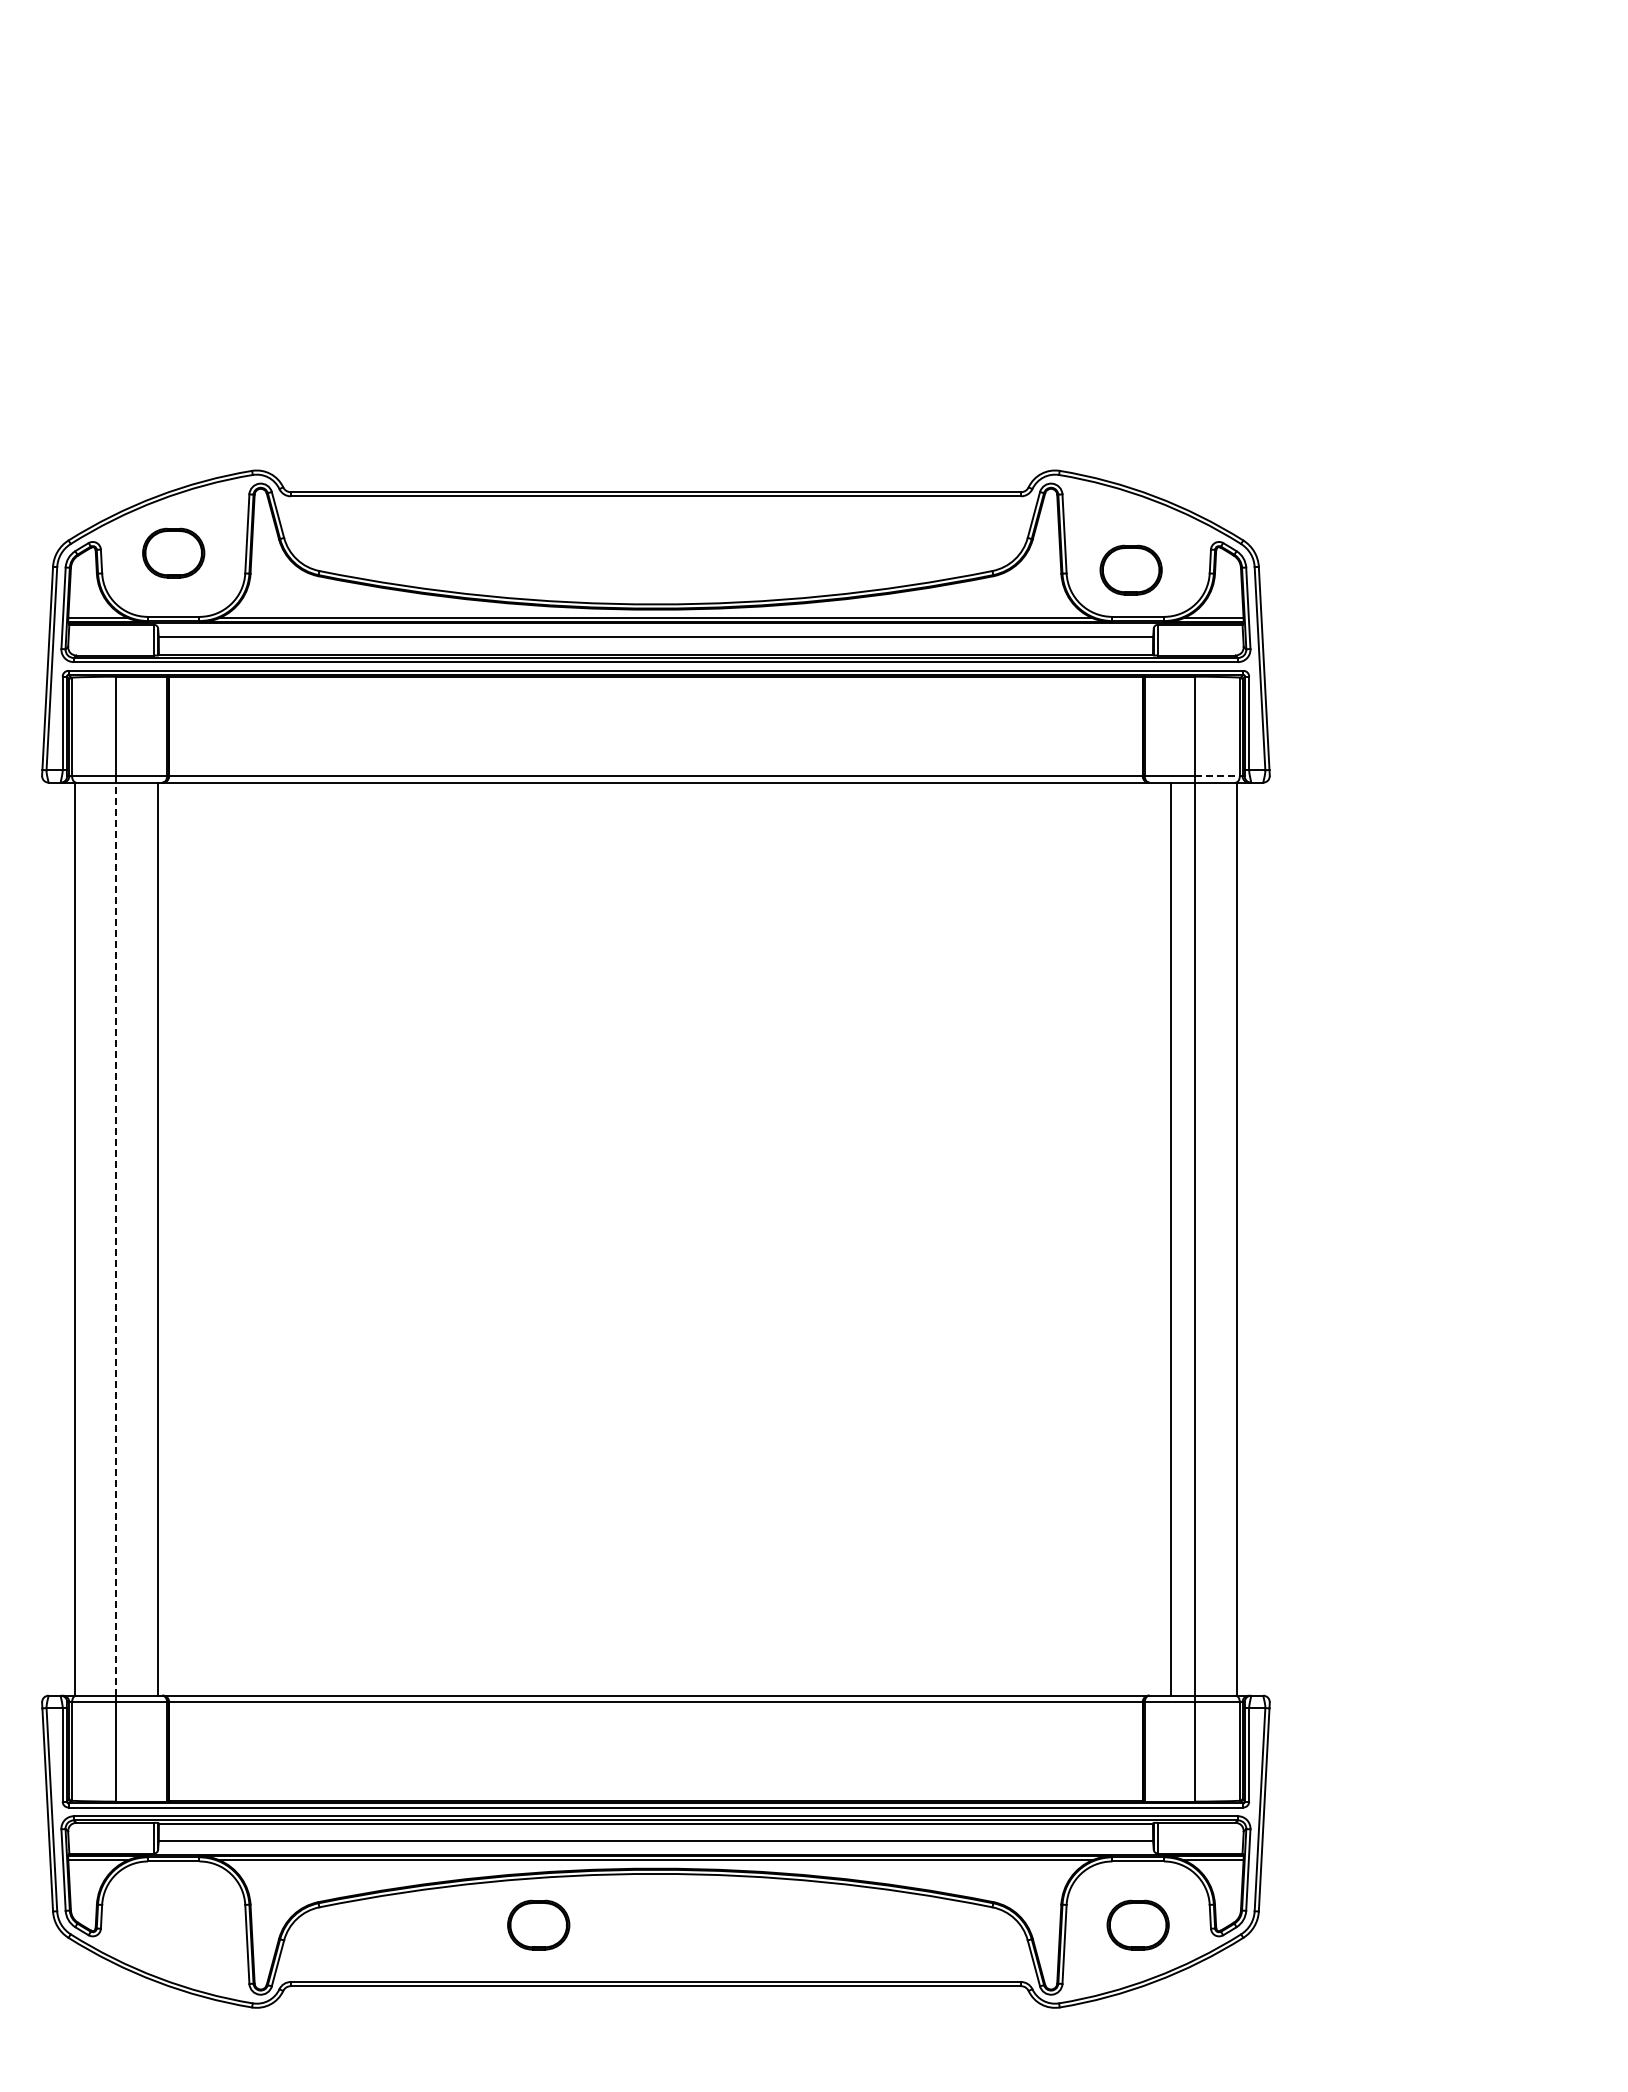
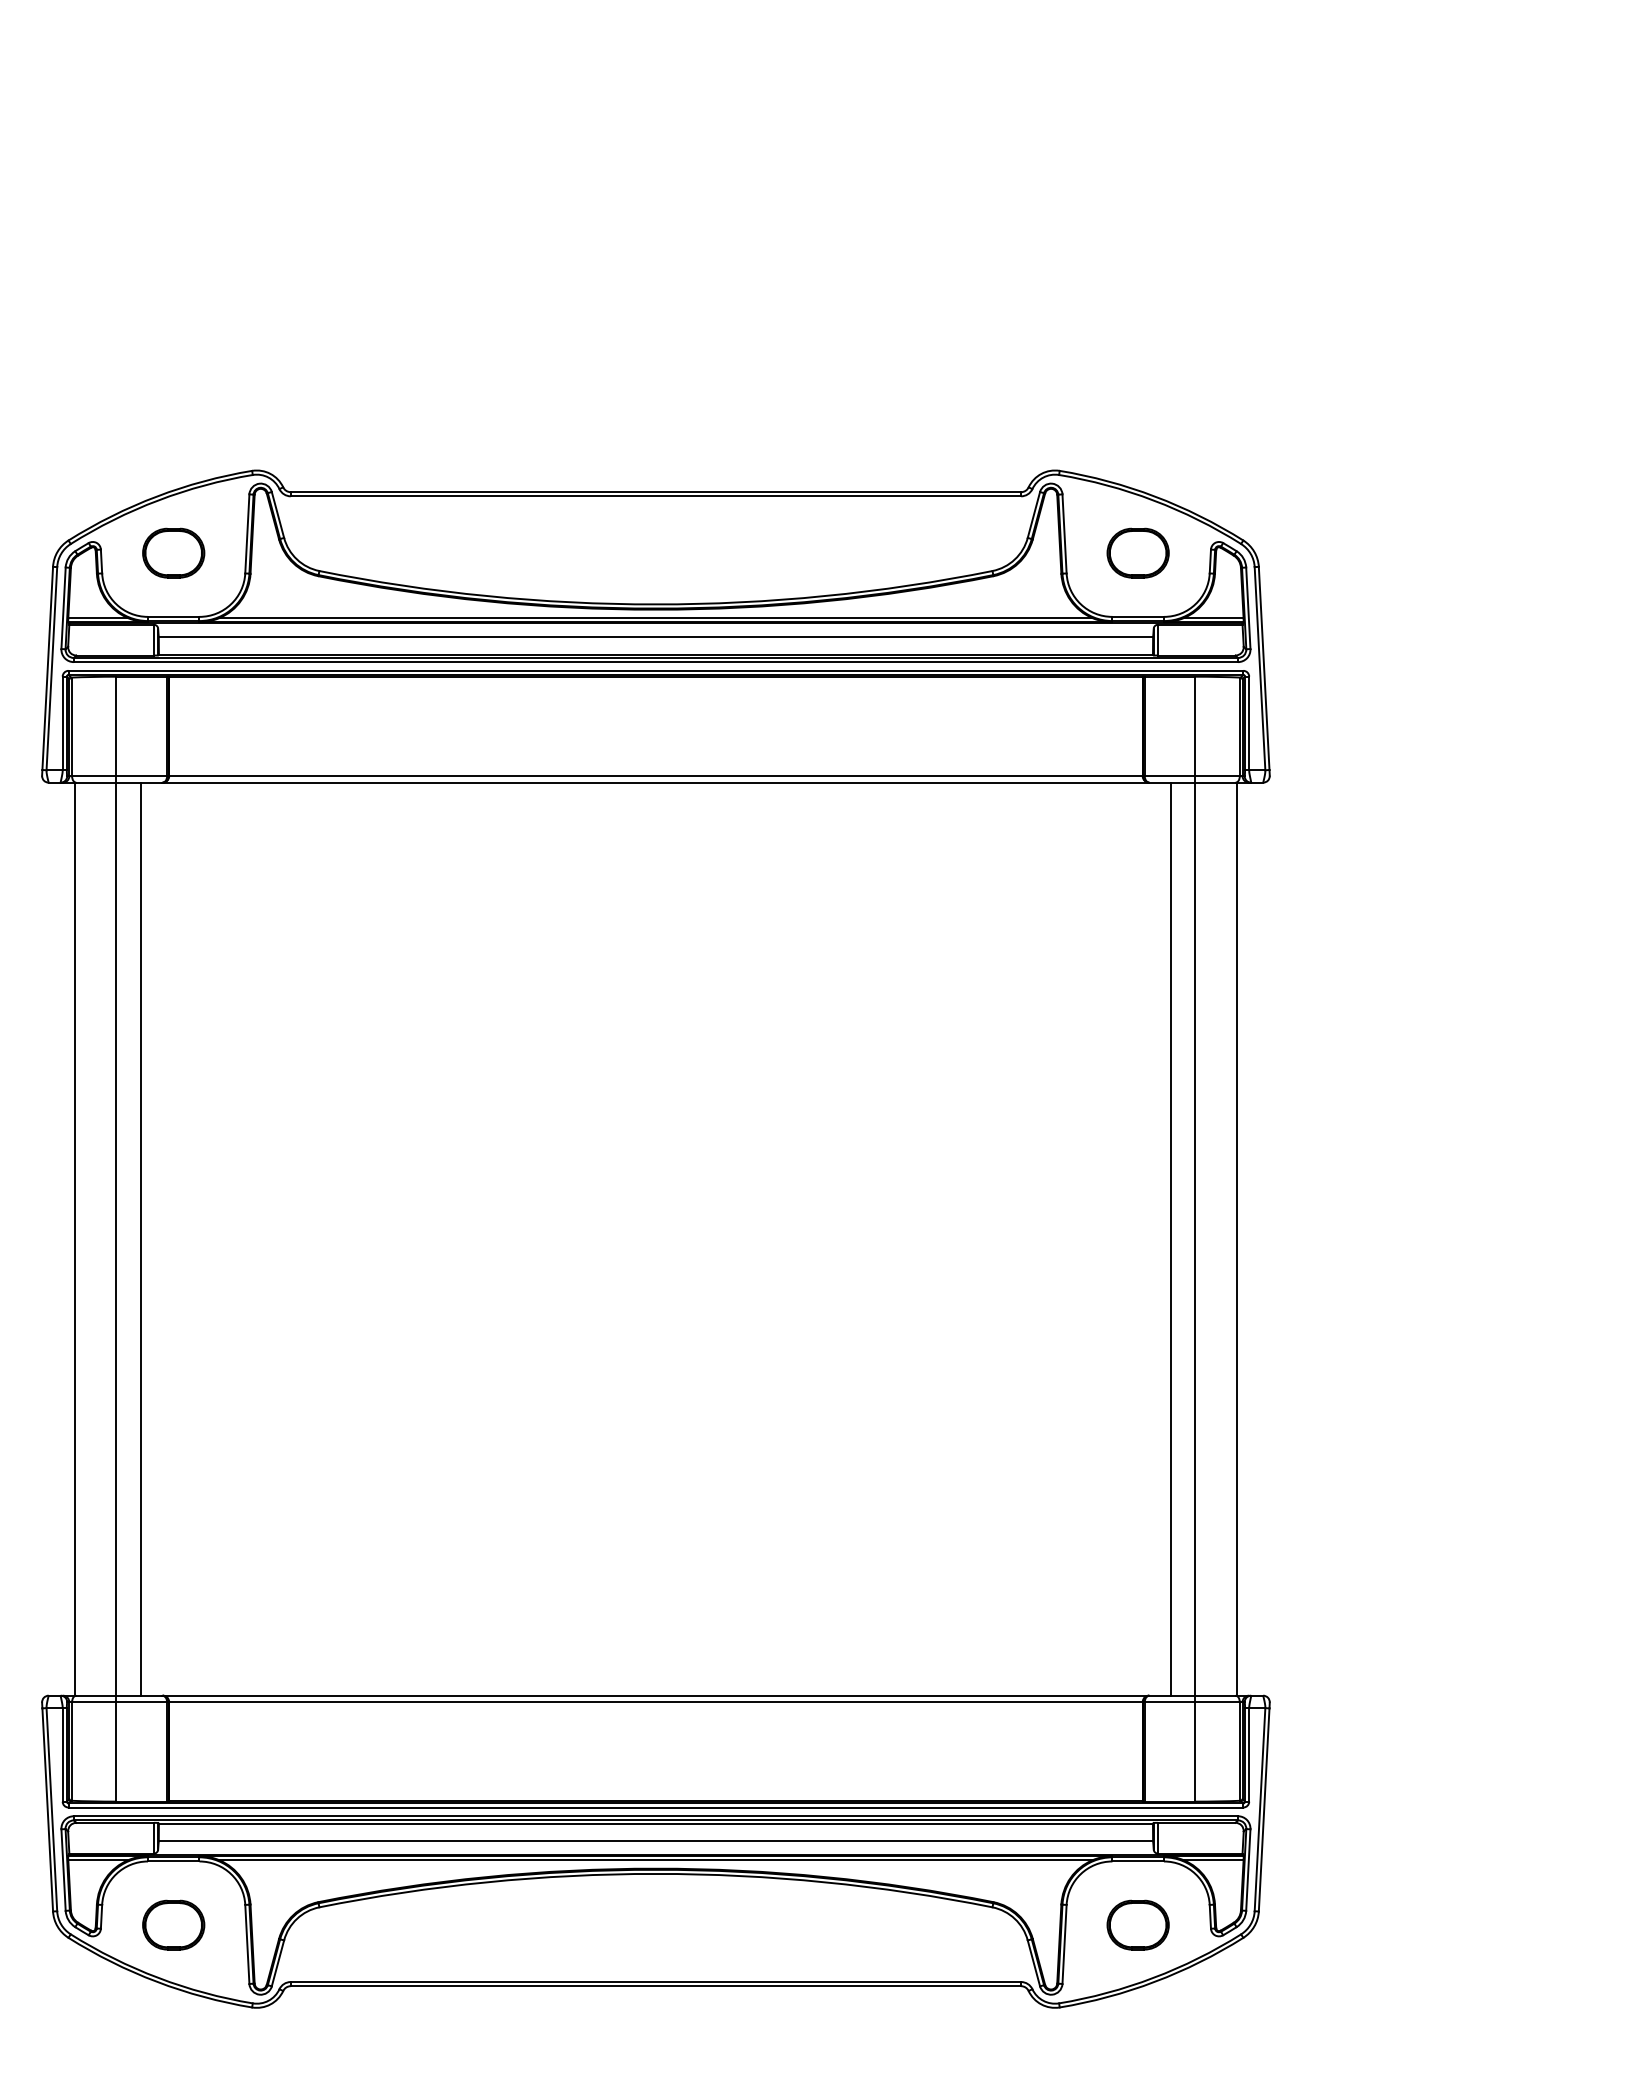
part at (1130, 569) position: (1130, 569) -> (1137, 552)
line at (1218, 776): dashed -> solid
line at (116, 1238): dashed -> solid
line at (158, 1238) position: (158, 1238) -> (141, 1238)
part at (538, 1924) position: (538, 1924) -> (173, 1924)
